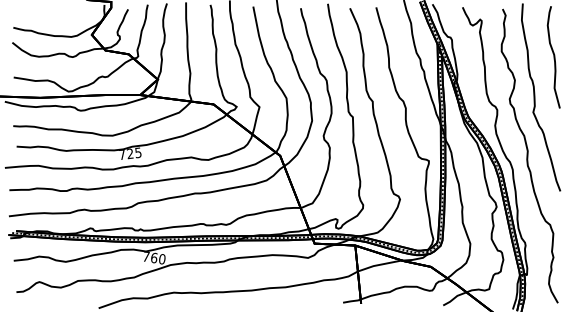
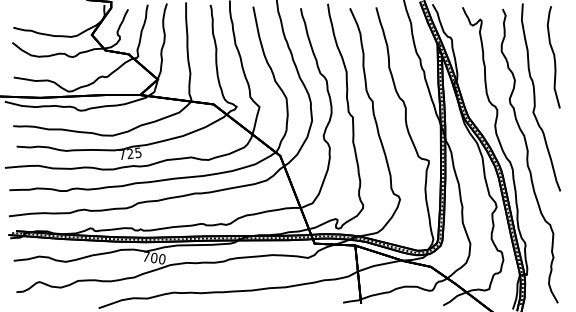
text at (154, 257): 760 -> 700
